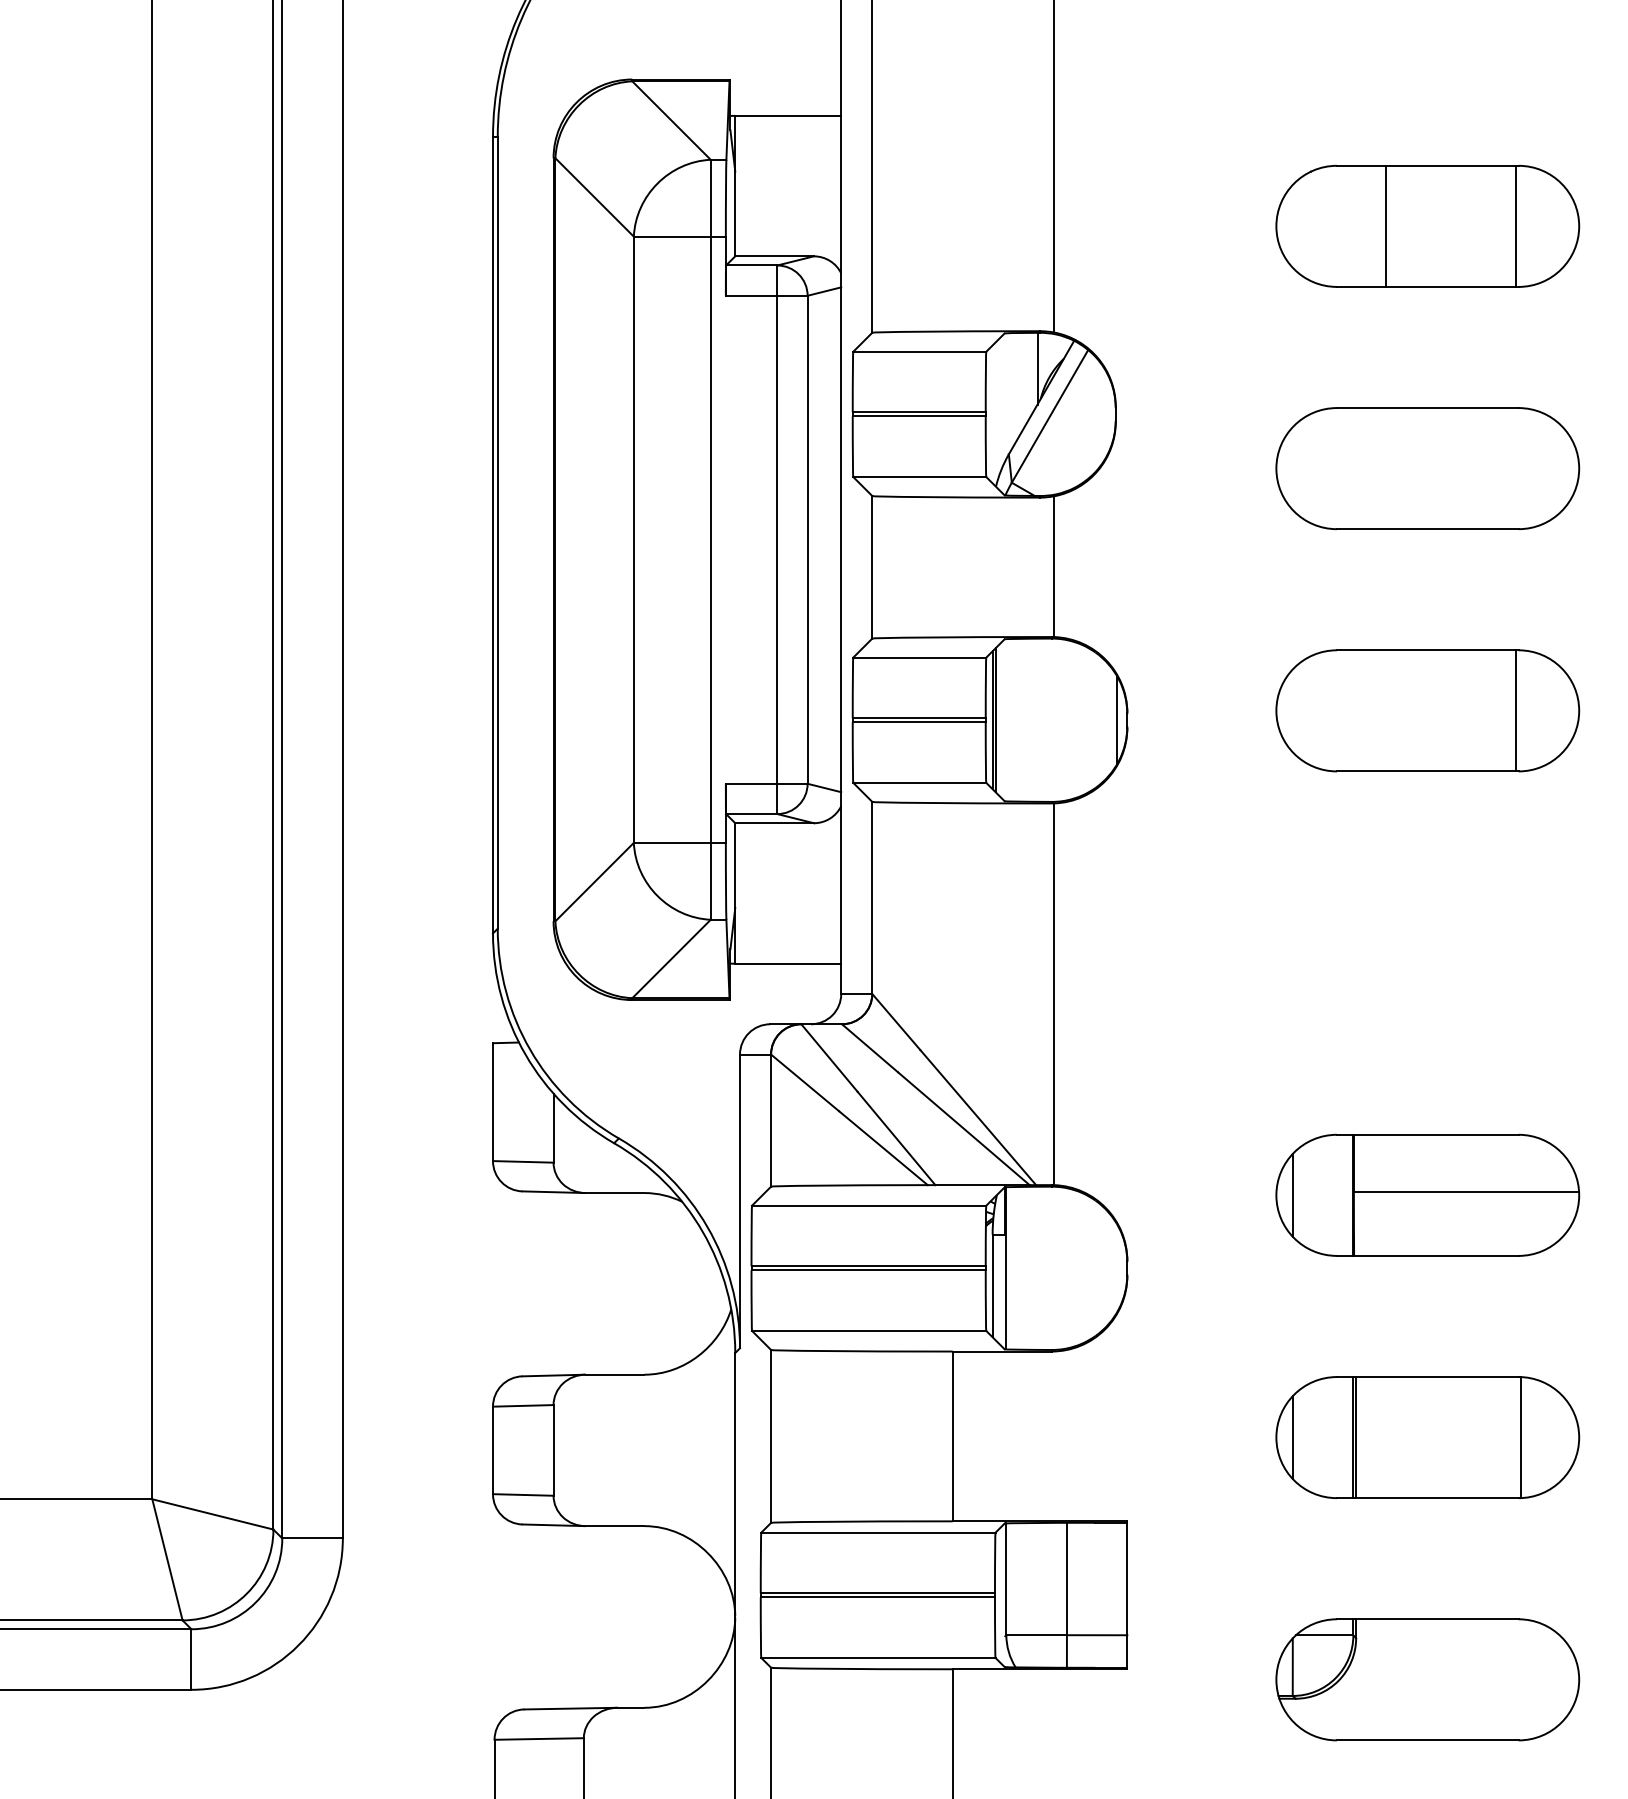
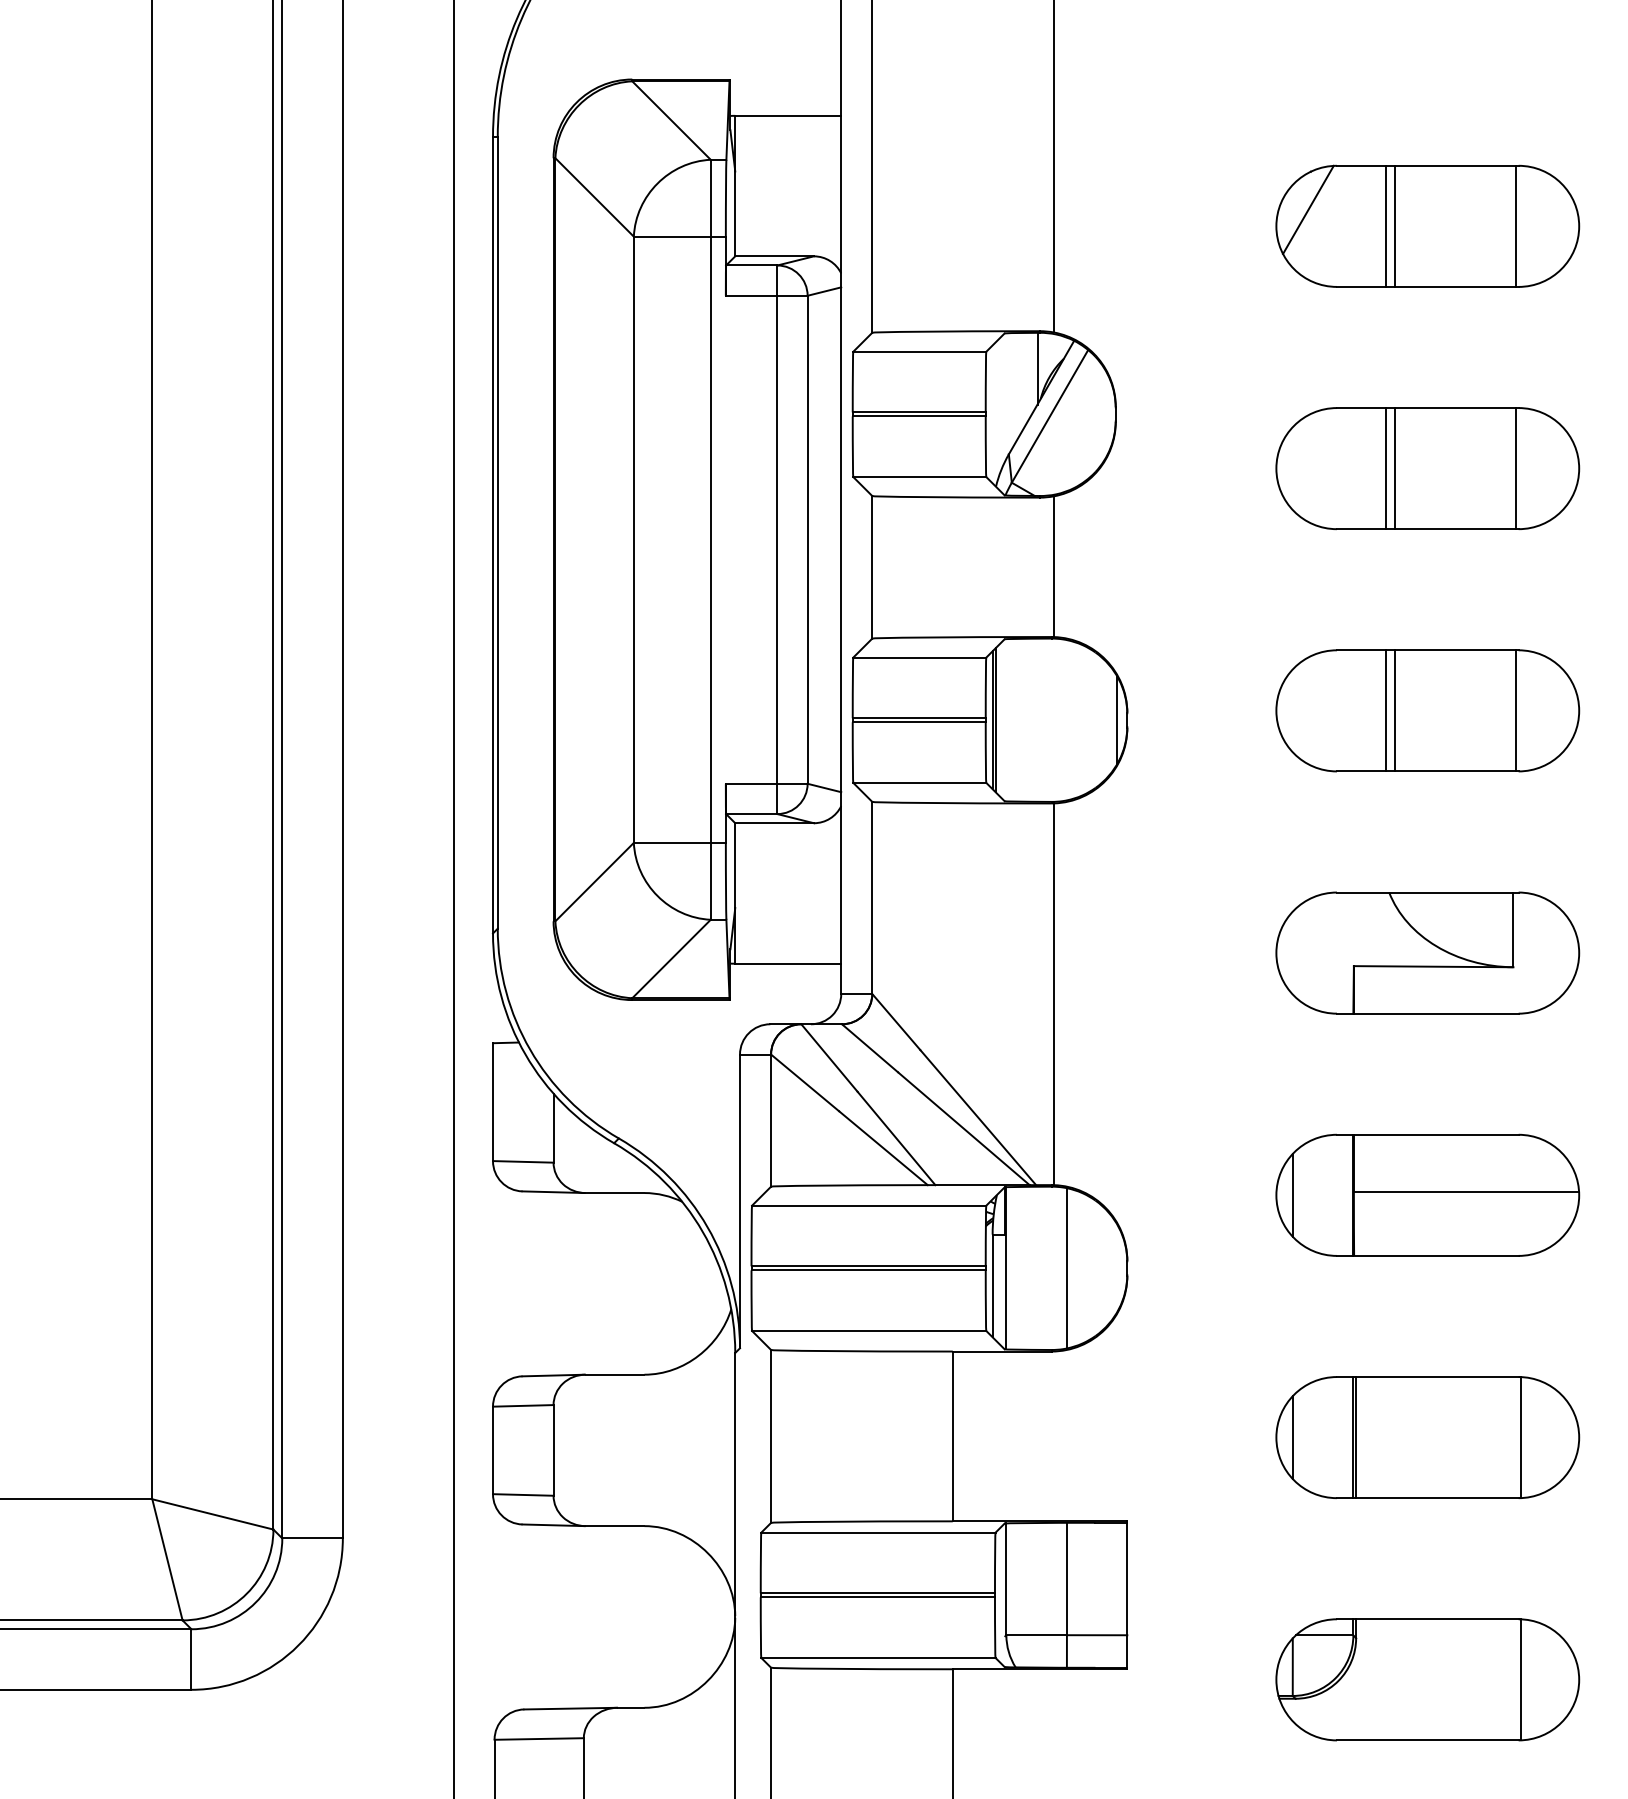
line at (1308, 209): none -> present
line at (1394, 225): none -> present
line at (1386, 468): none -> present
line at (1394, 468): none -> present
line at (1515, 468): none -> present
line at (1386, 710): none -> present
line at (1394, 710): none -> present
line at (454, 898): none -> present
part at (1427, 952): none -> present
line at (1066, 1268): none -> present
line at (1521, 1679): none -> present
